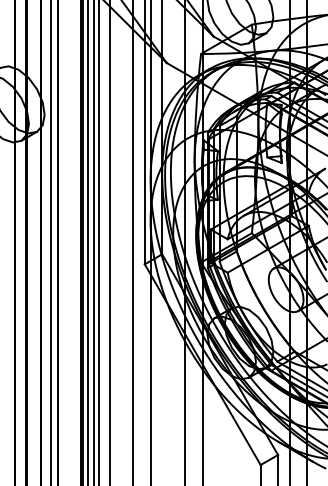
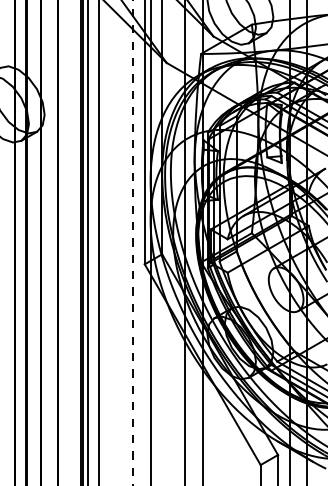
line at (50, 242): present -> none
line at (93, 242): present -> none
line at (109, 242): present -> none
line at (133, 243): solid -> dashed
